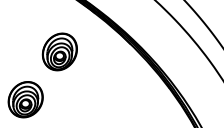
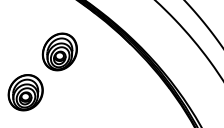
part at (25, 99) position: (25, 99) -> (25, 92)
